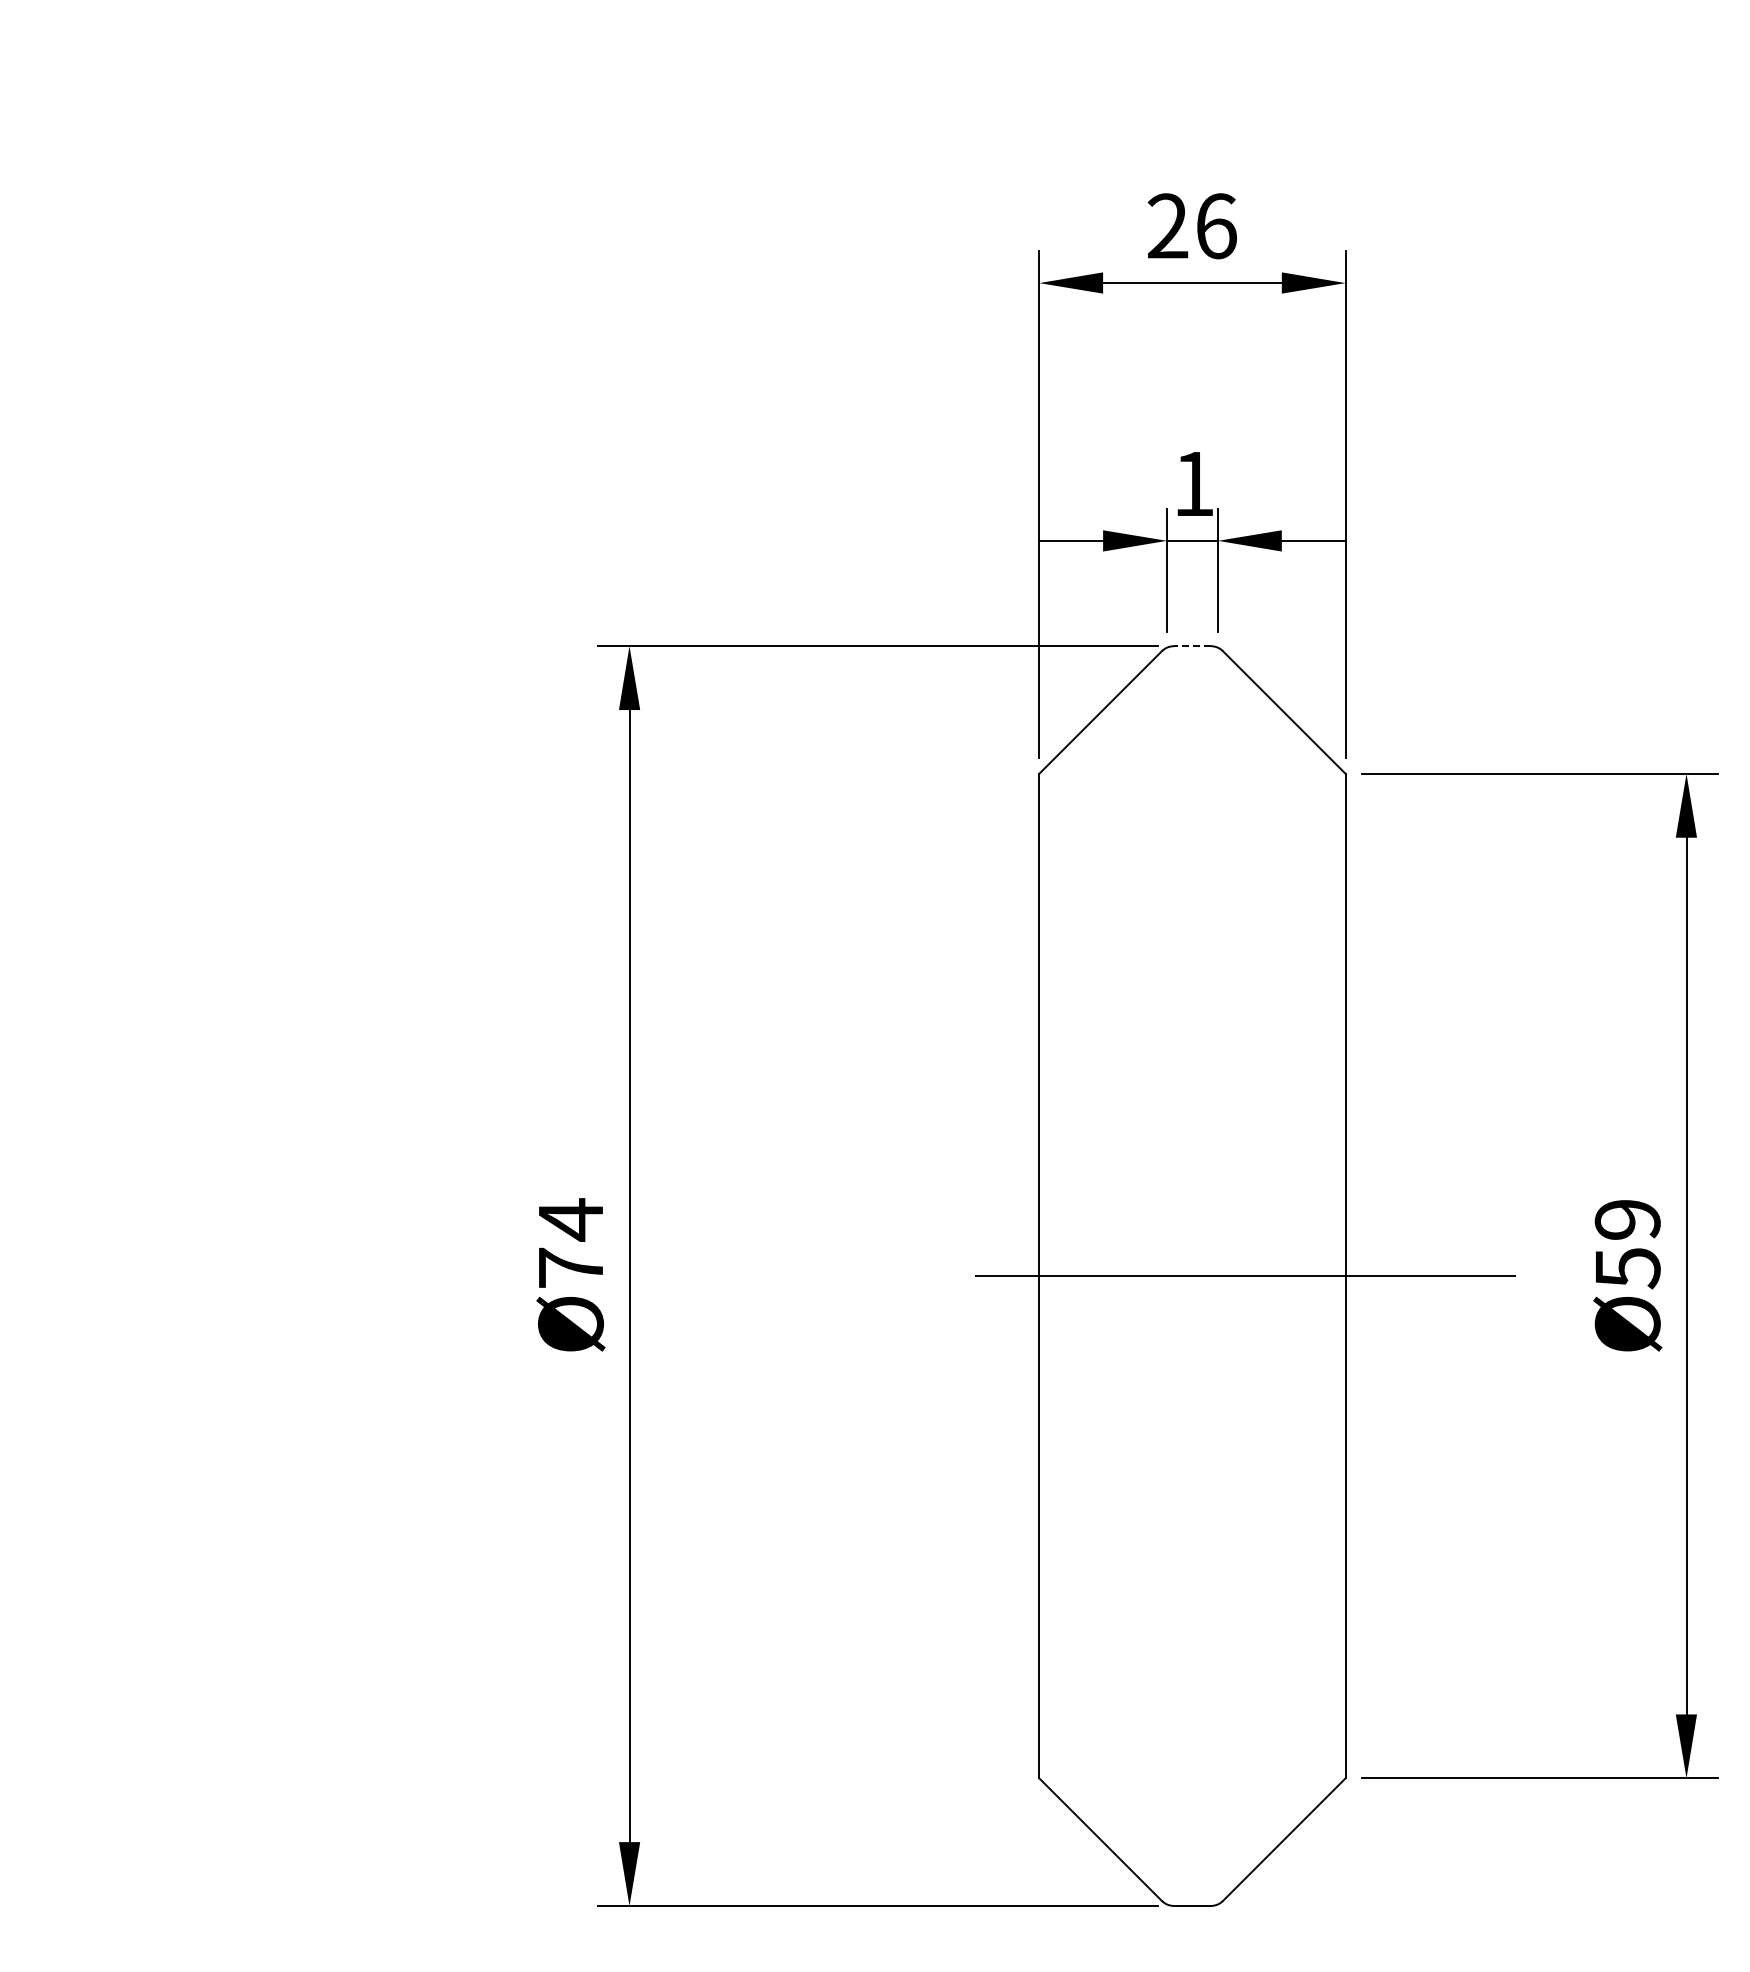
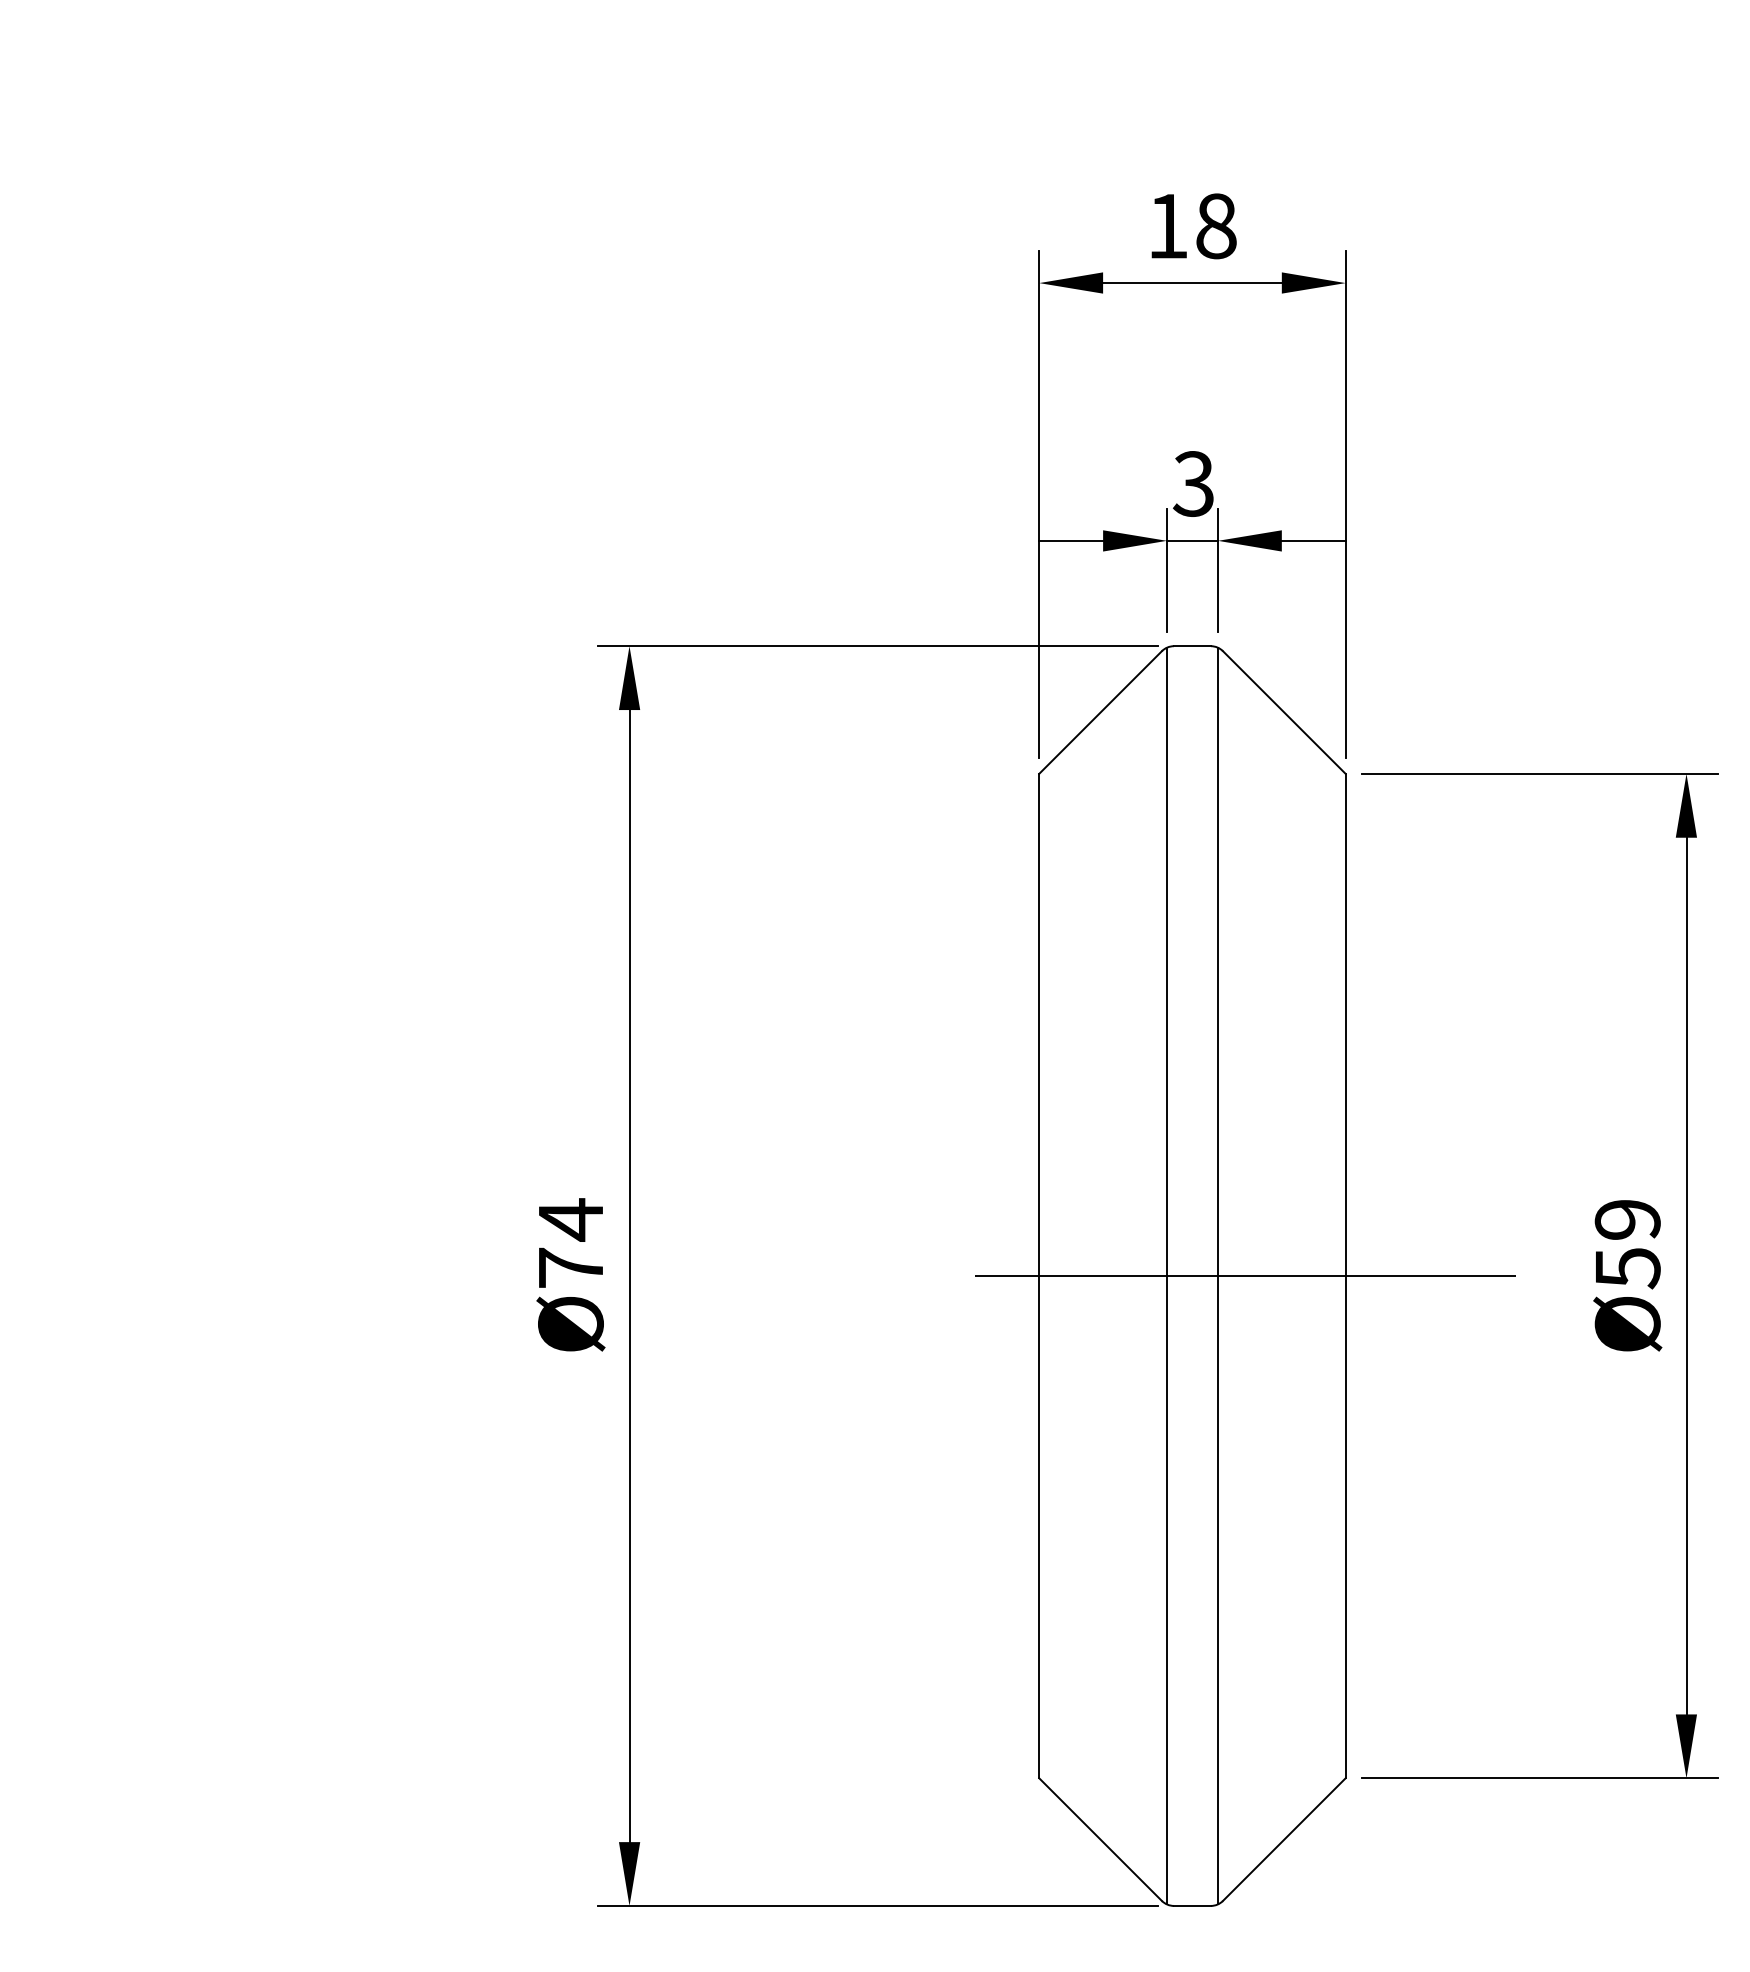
text at (1191, 226): 26 -> 18
text at (1193, 483): 1 -> 3
line at (1191, 646): dashed -> solid
line at (1166, 1275): none -> present
line at (1217, 1275): none -> present
